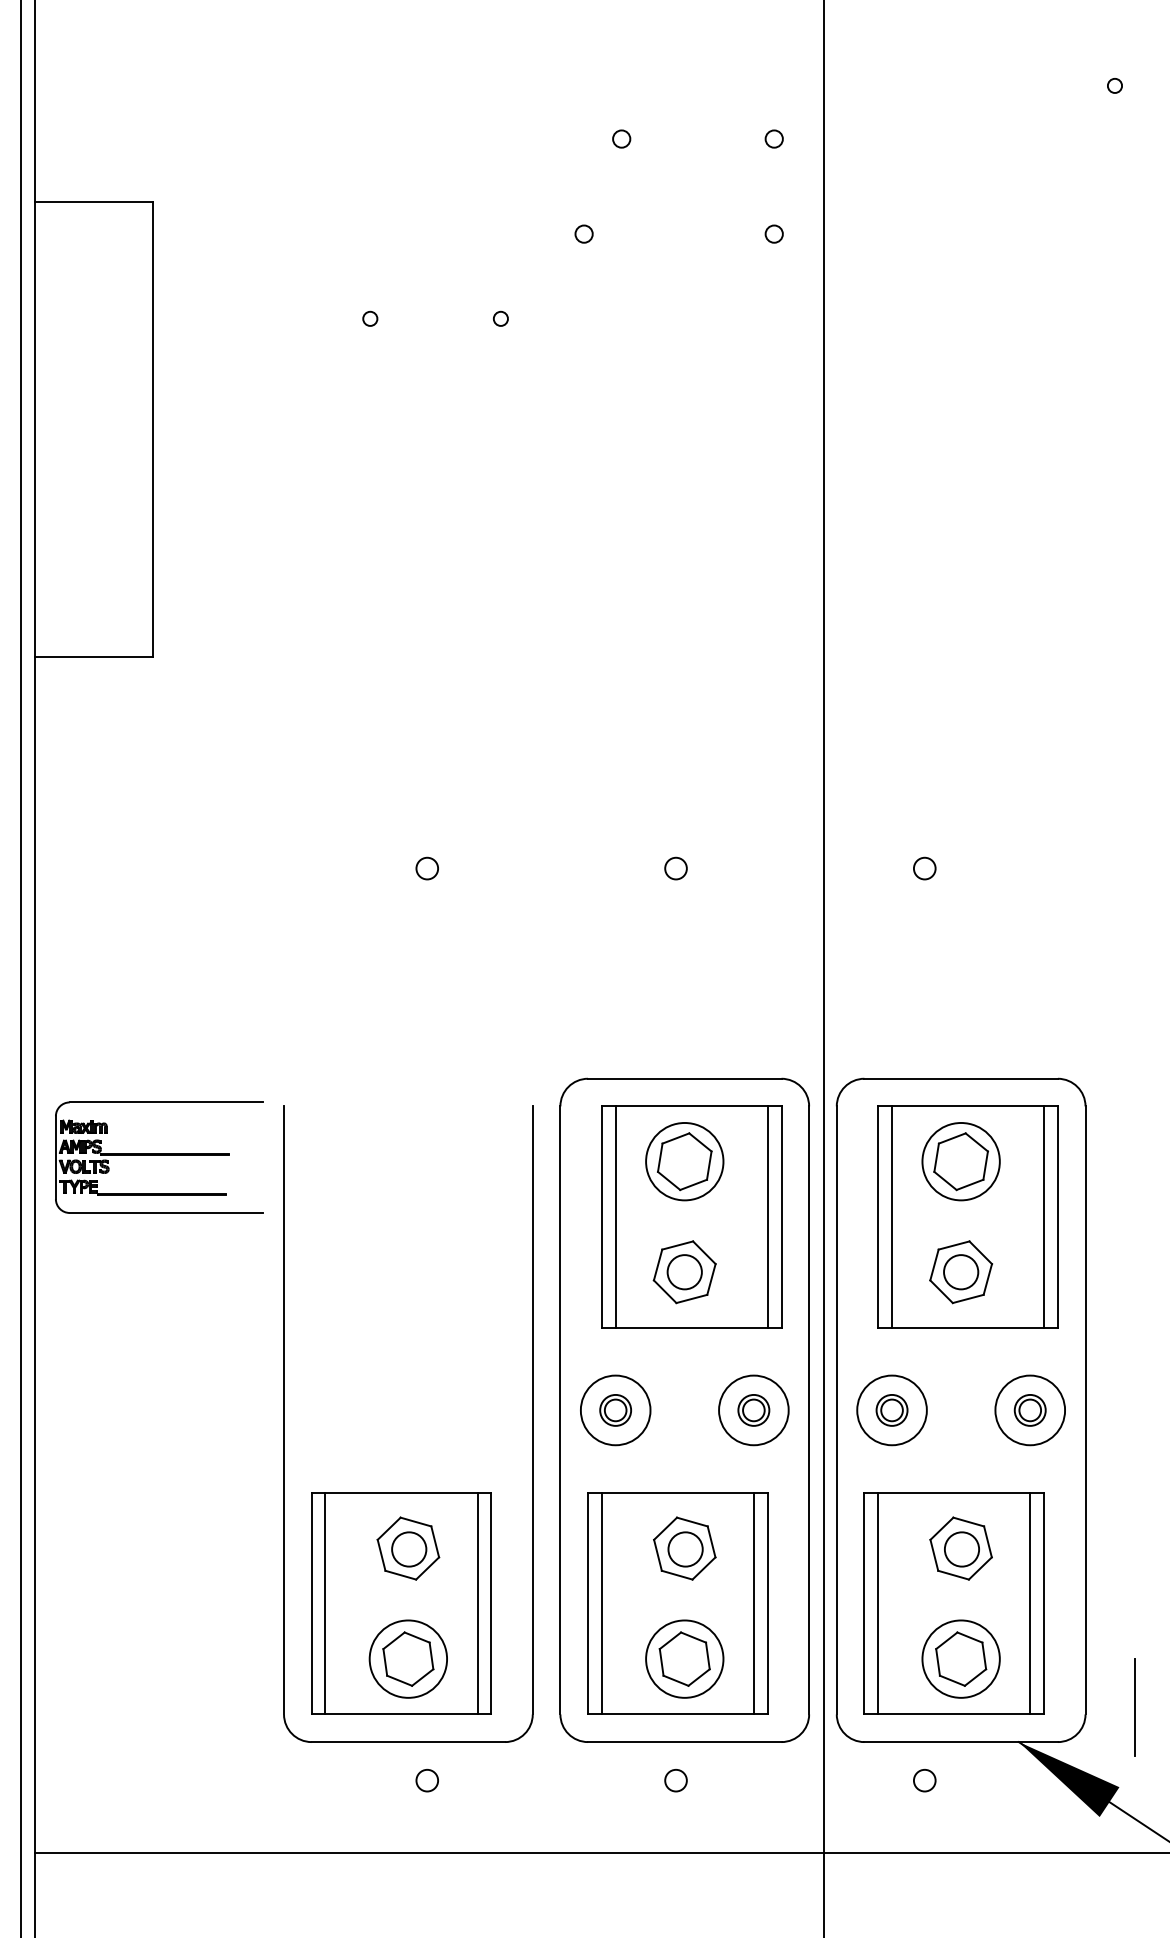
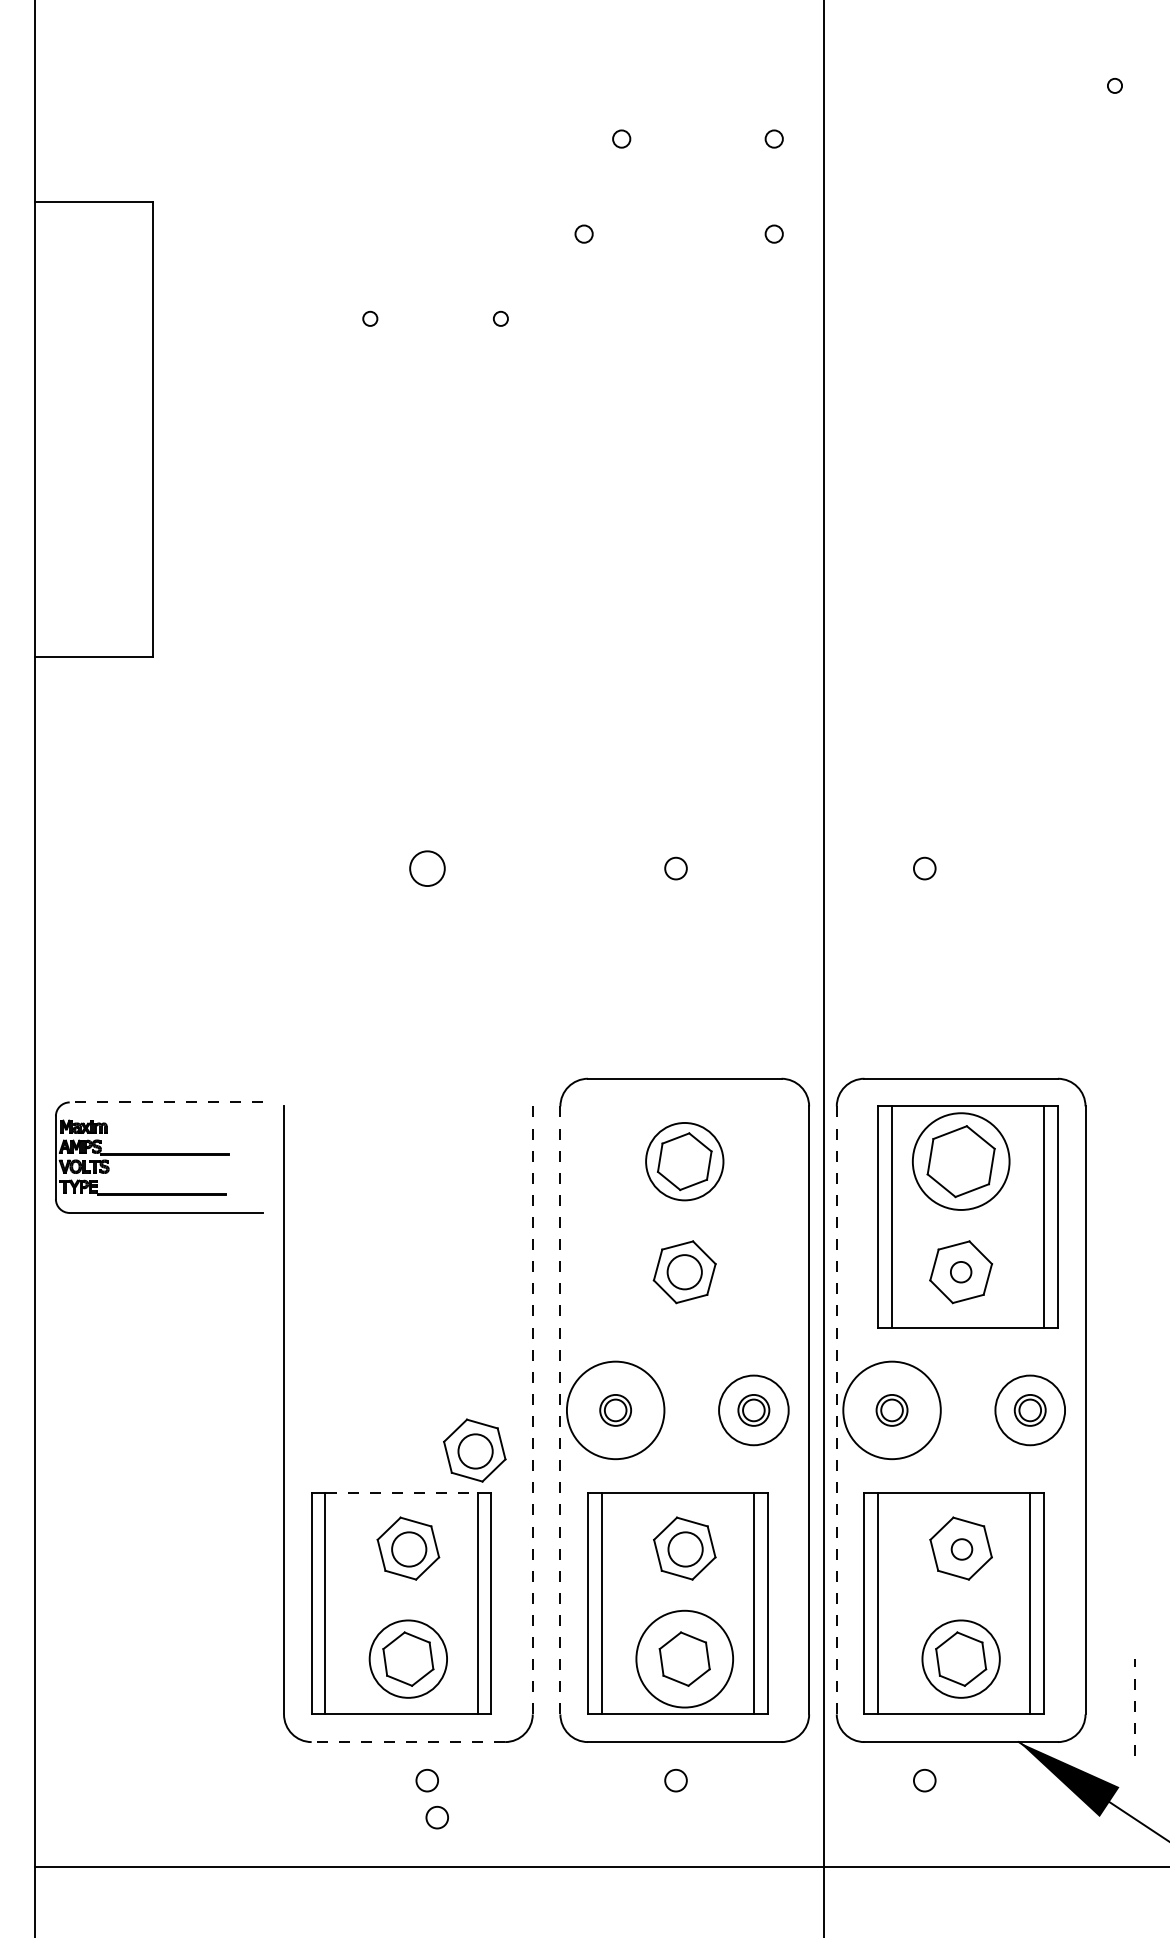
circle at (426, 868) size: 24x25 px -> 37x37 px
line at (21, 968): present -> none
line at (166, 1102): solid -> dashed
part at (960, 1161) size: 80x80 px -> 99x99 px
part at (691, 1216): present -> none
circle at (961, 1272) diameter: 34 px -> 21 px
line at (560, 1409): solid -> dashed
line at (836, 1409): solid -> dashed
line at (532, 1410): solid -> dashed
circle at (615, 1410) diameter: 70 px -> 98 px
circle at (891, 1410) diameter: 70 px -> 98 px
part at (474, 1450): none -> present
line at (401, 1493): solid -> dashed
circle at (961, 1549) diameter: 34 px -> 21 px
circle at (684, 1658) diameter: 77 px -> 97 px
line at (1134, 1707): solid -> dashed
line at (408, 1742): solid -> dashed
circle at (436, 1817): none -> present
line at (600, 1852) position: (600, 1852) -> (600, 1866)
